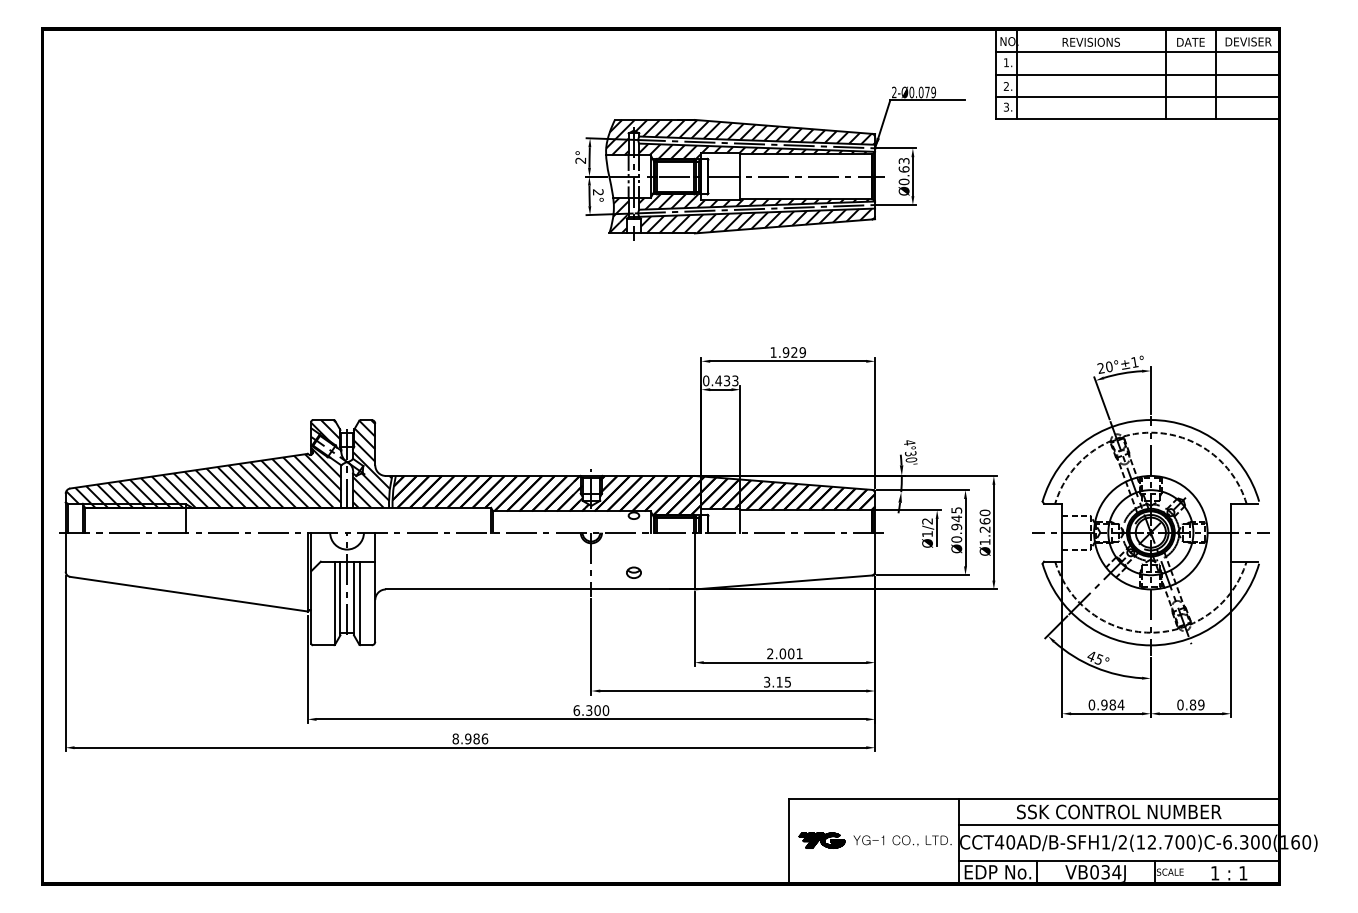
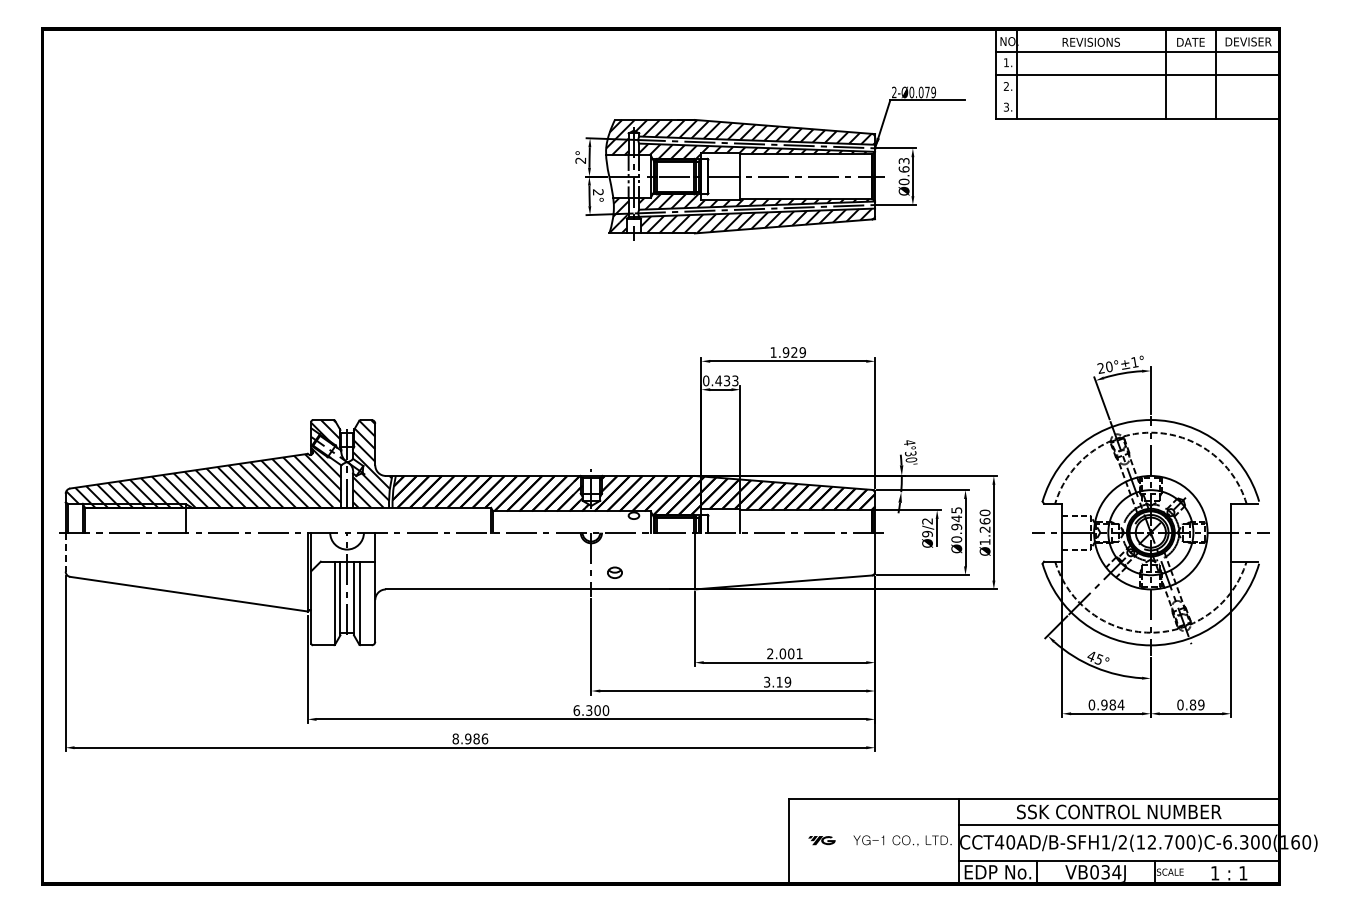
line at (1137, 97): present -> none
text at (927, 533): Ø1/2 -> Ø9/2
line at (65, 552): solid -> dashed
part at (633, 572) position: (633, 572) -> (614, 572)
text at (787, 681): 3.15 -> 3.19
part at (821, 840) size: 48x17 px -> 28x10 px
